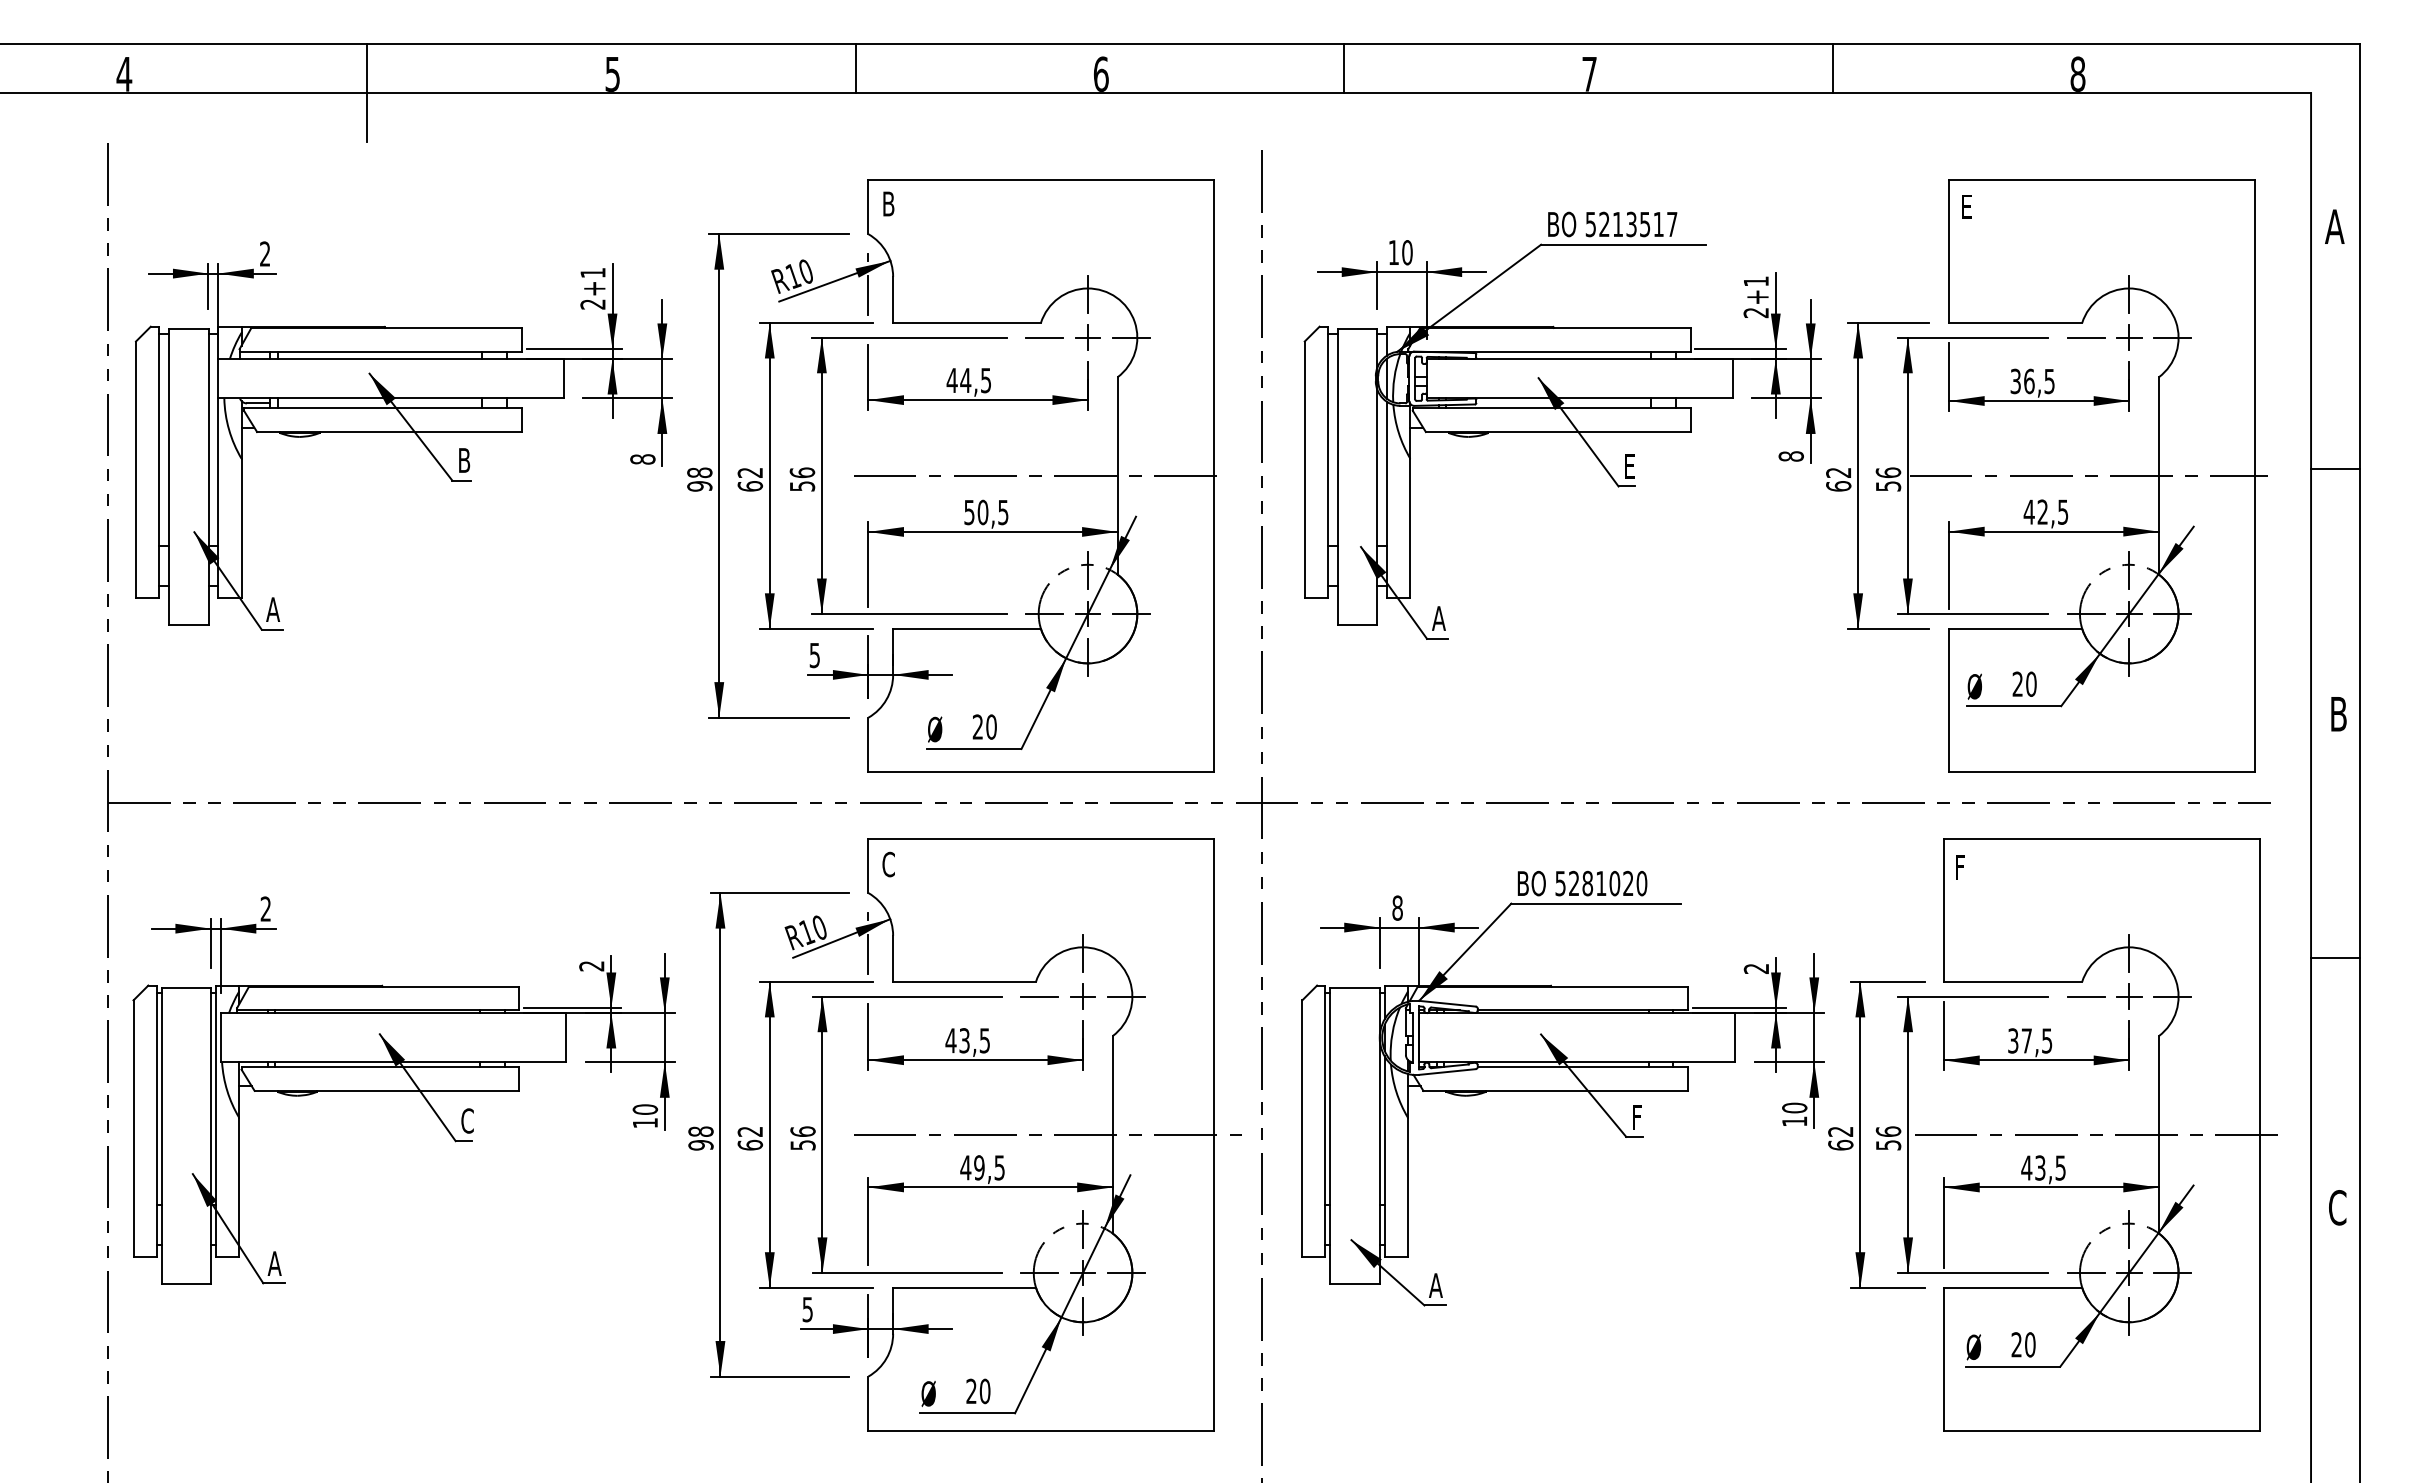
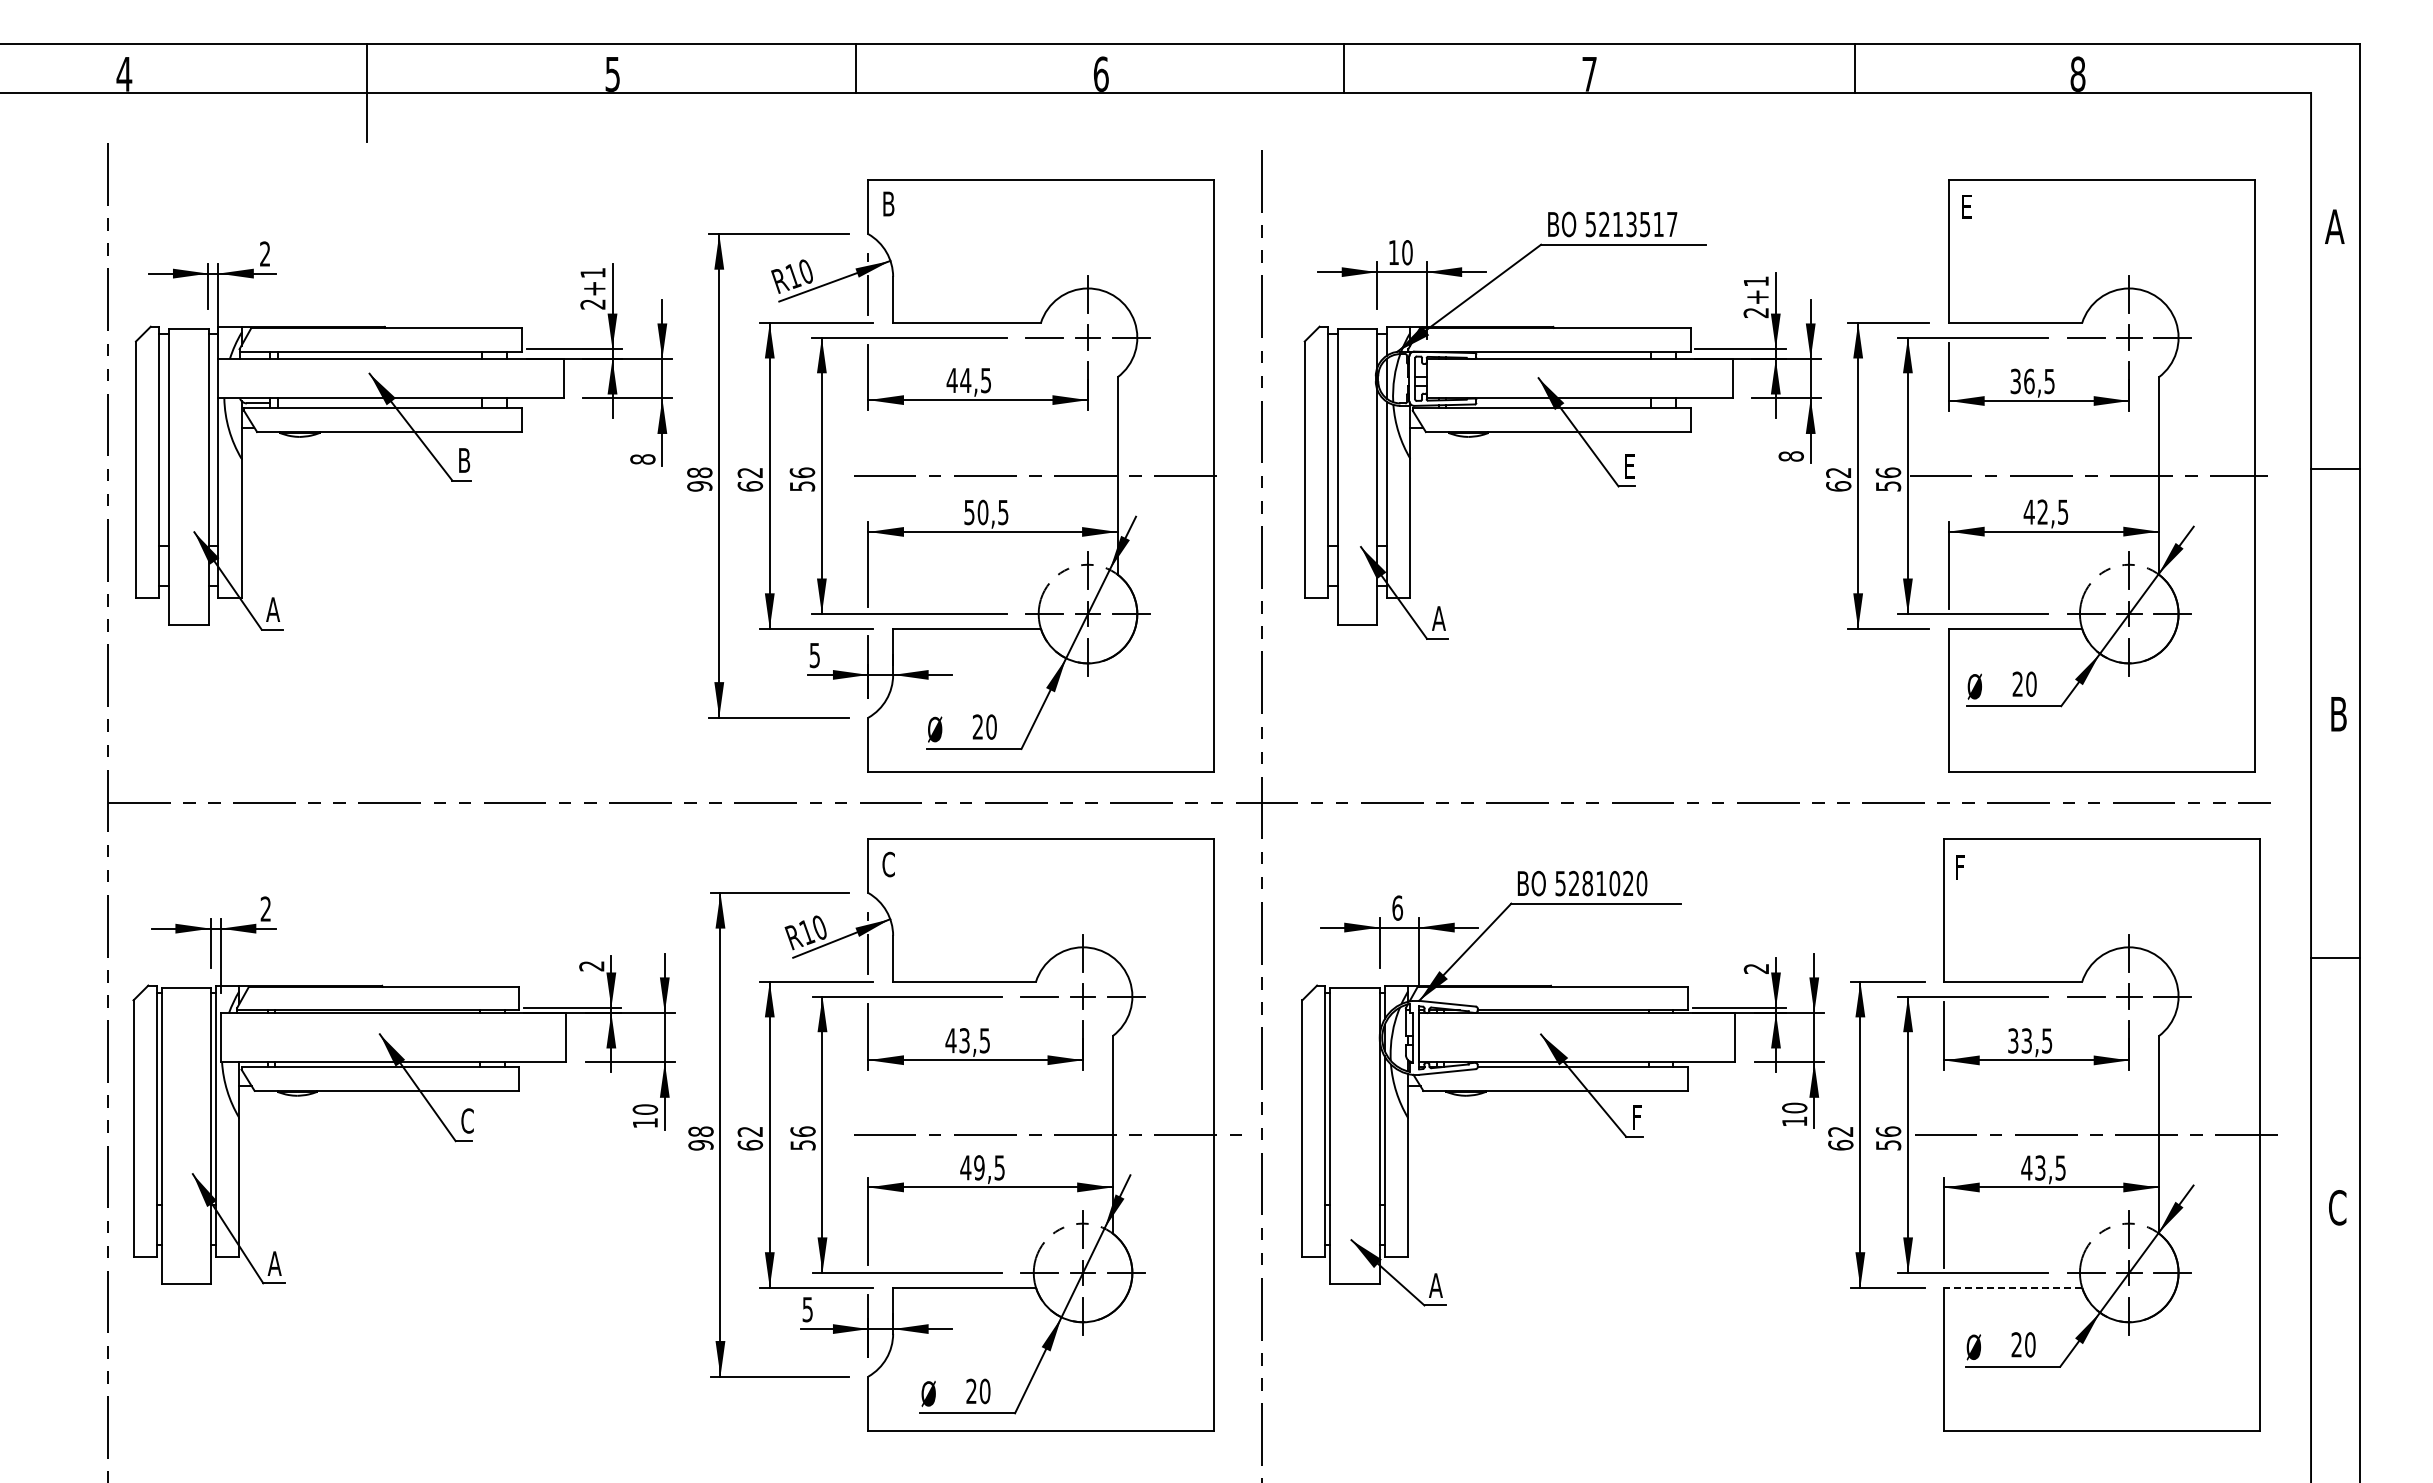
line at (1832, 68) position: (1832, 68) -> (1854, 68)
text at (1397, 907): 8 -> 6
text at (2026, 1040): 37,5 -> 33,5
line at (2013, 1287): solid -> dashed
